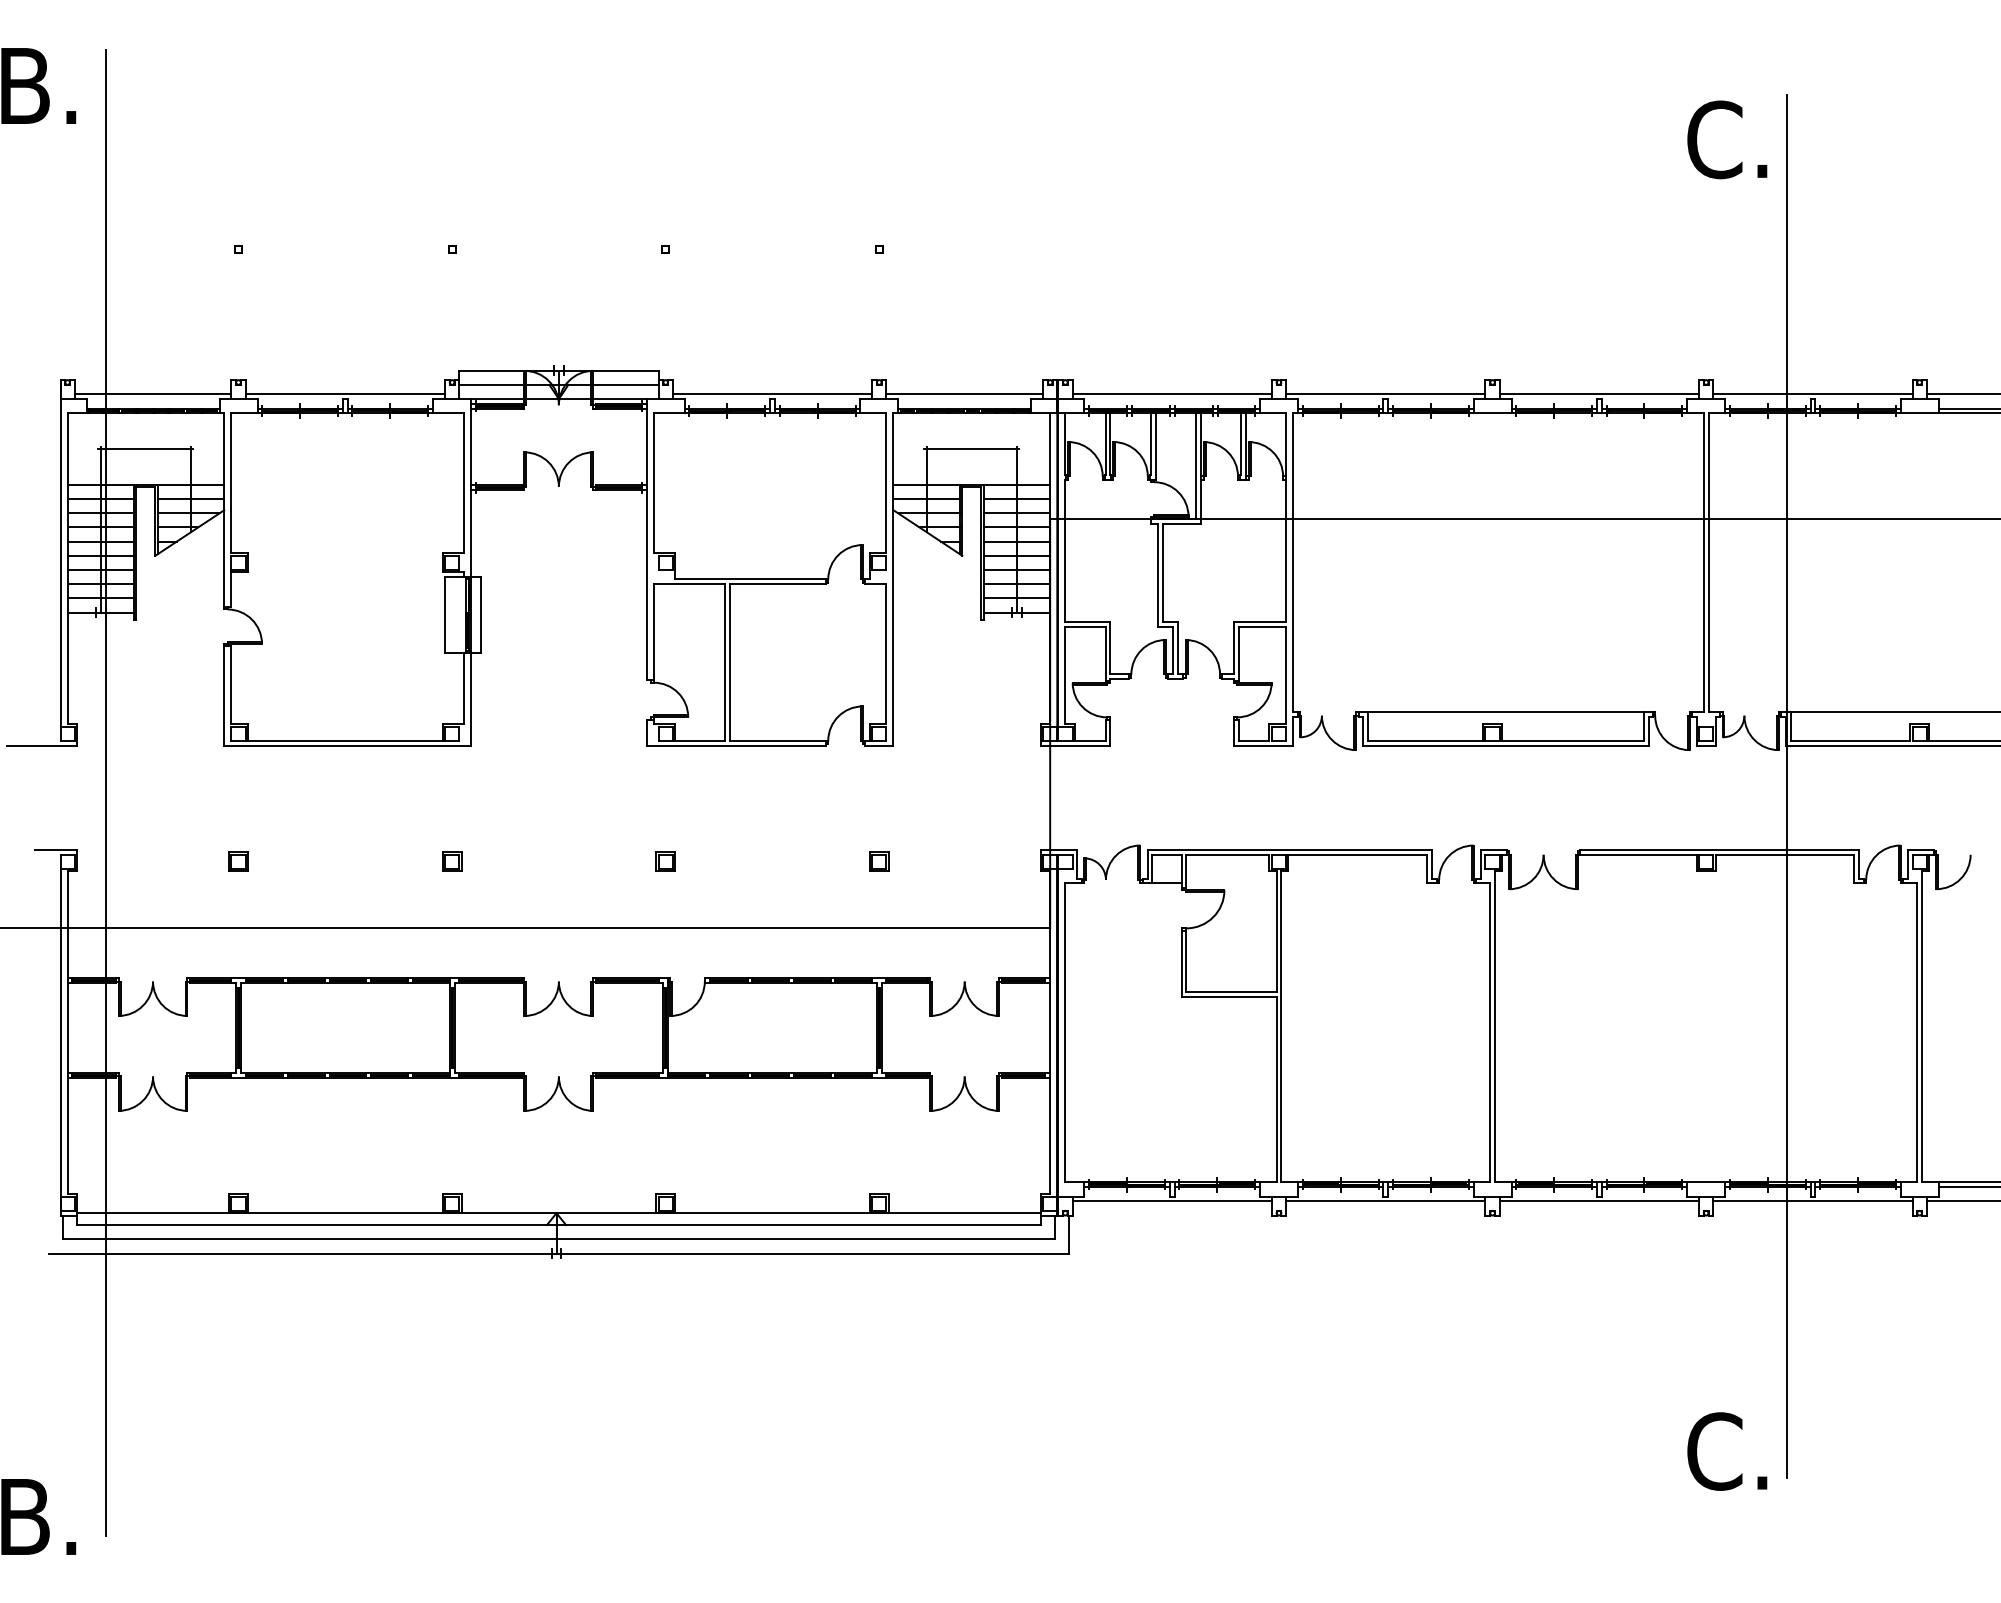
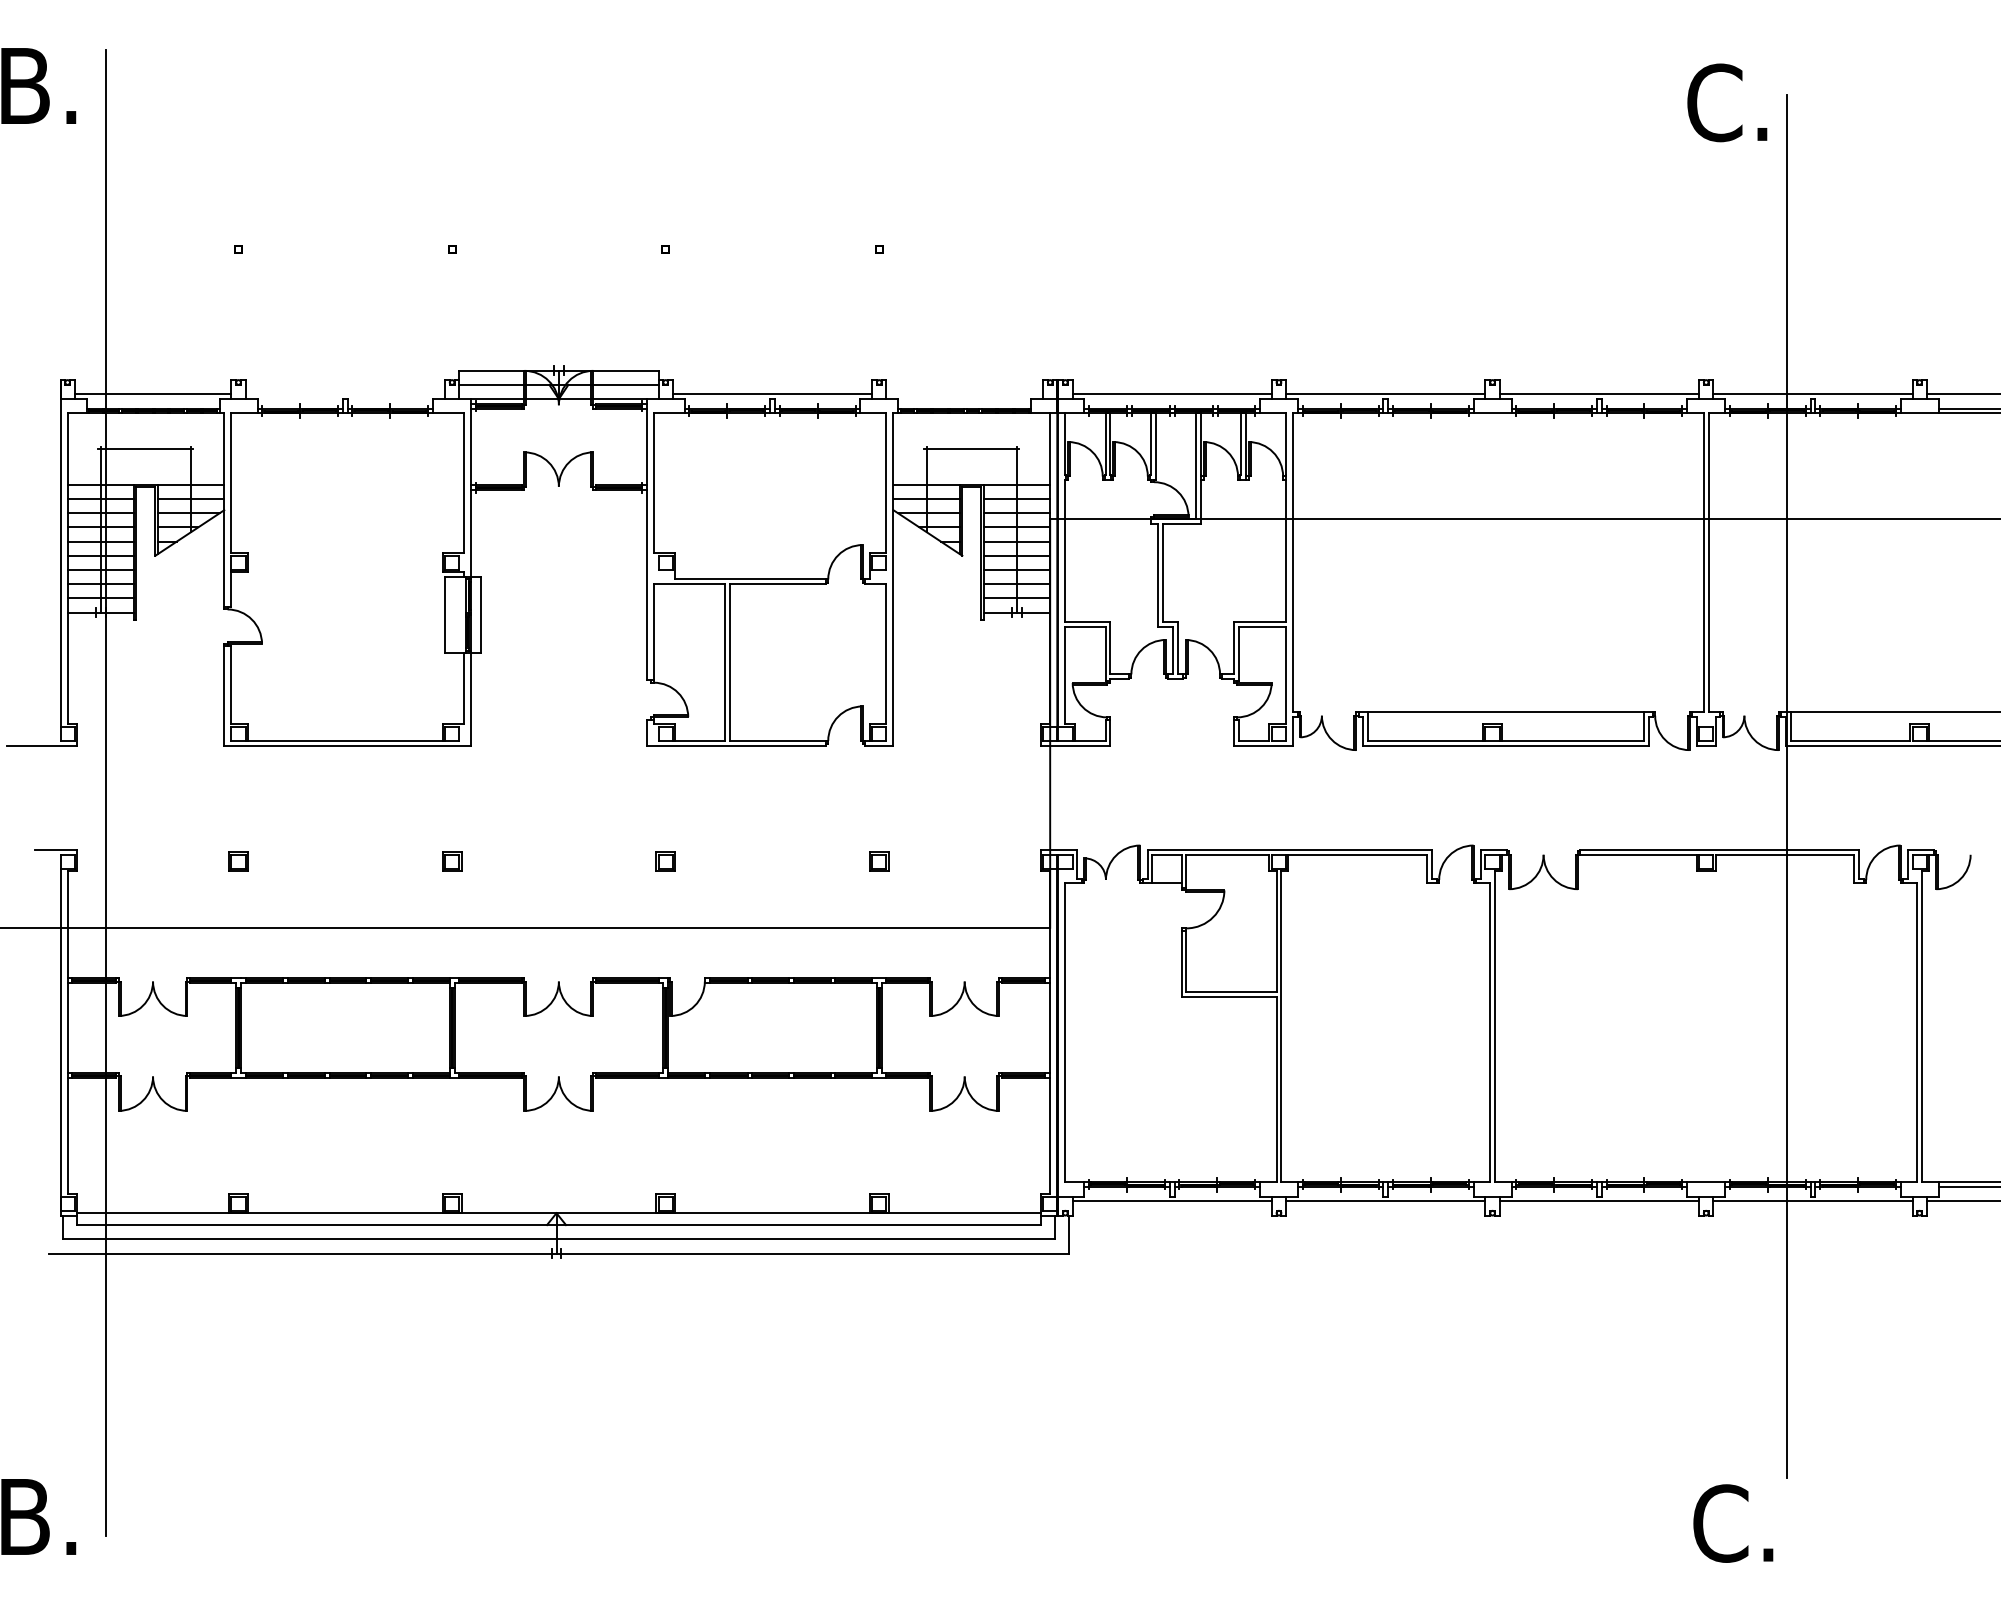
text at (1727, 139) position: (1727, 139) -> (1727, 102)
line at (345, 394): present -> none
line at (964, 394): present -> none
text at (1727, 1451) position: (1727, 1451) -> (1733, 1523)
